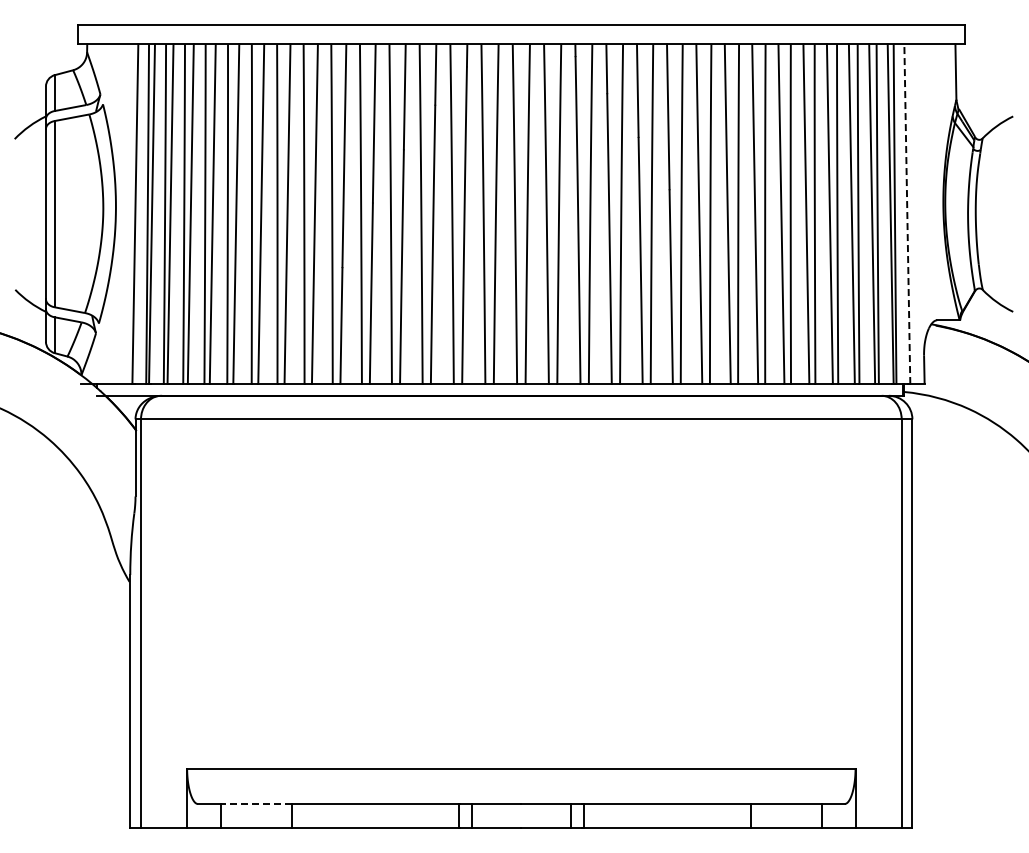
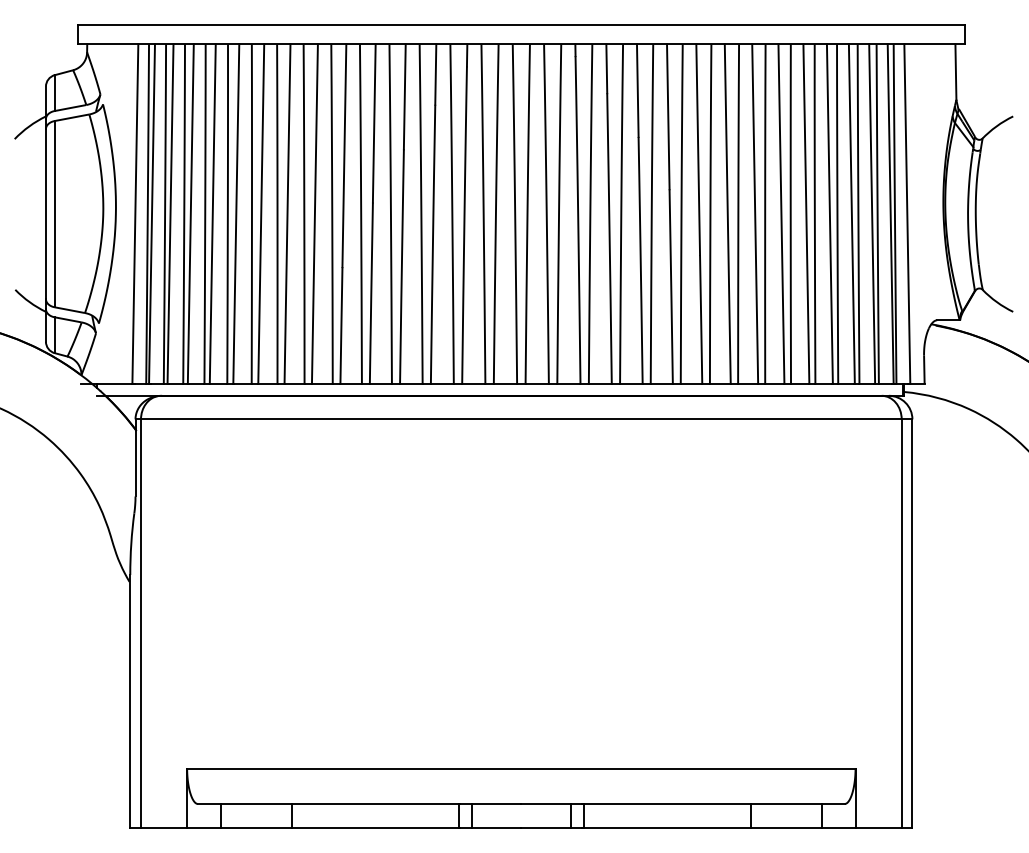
line at (907, 214): dashed -> solid
line at (255, 803): dashed -> solid
